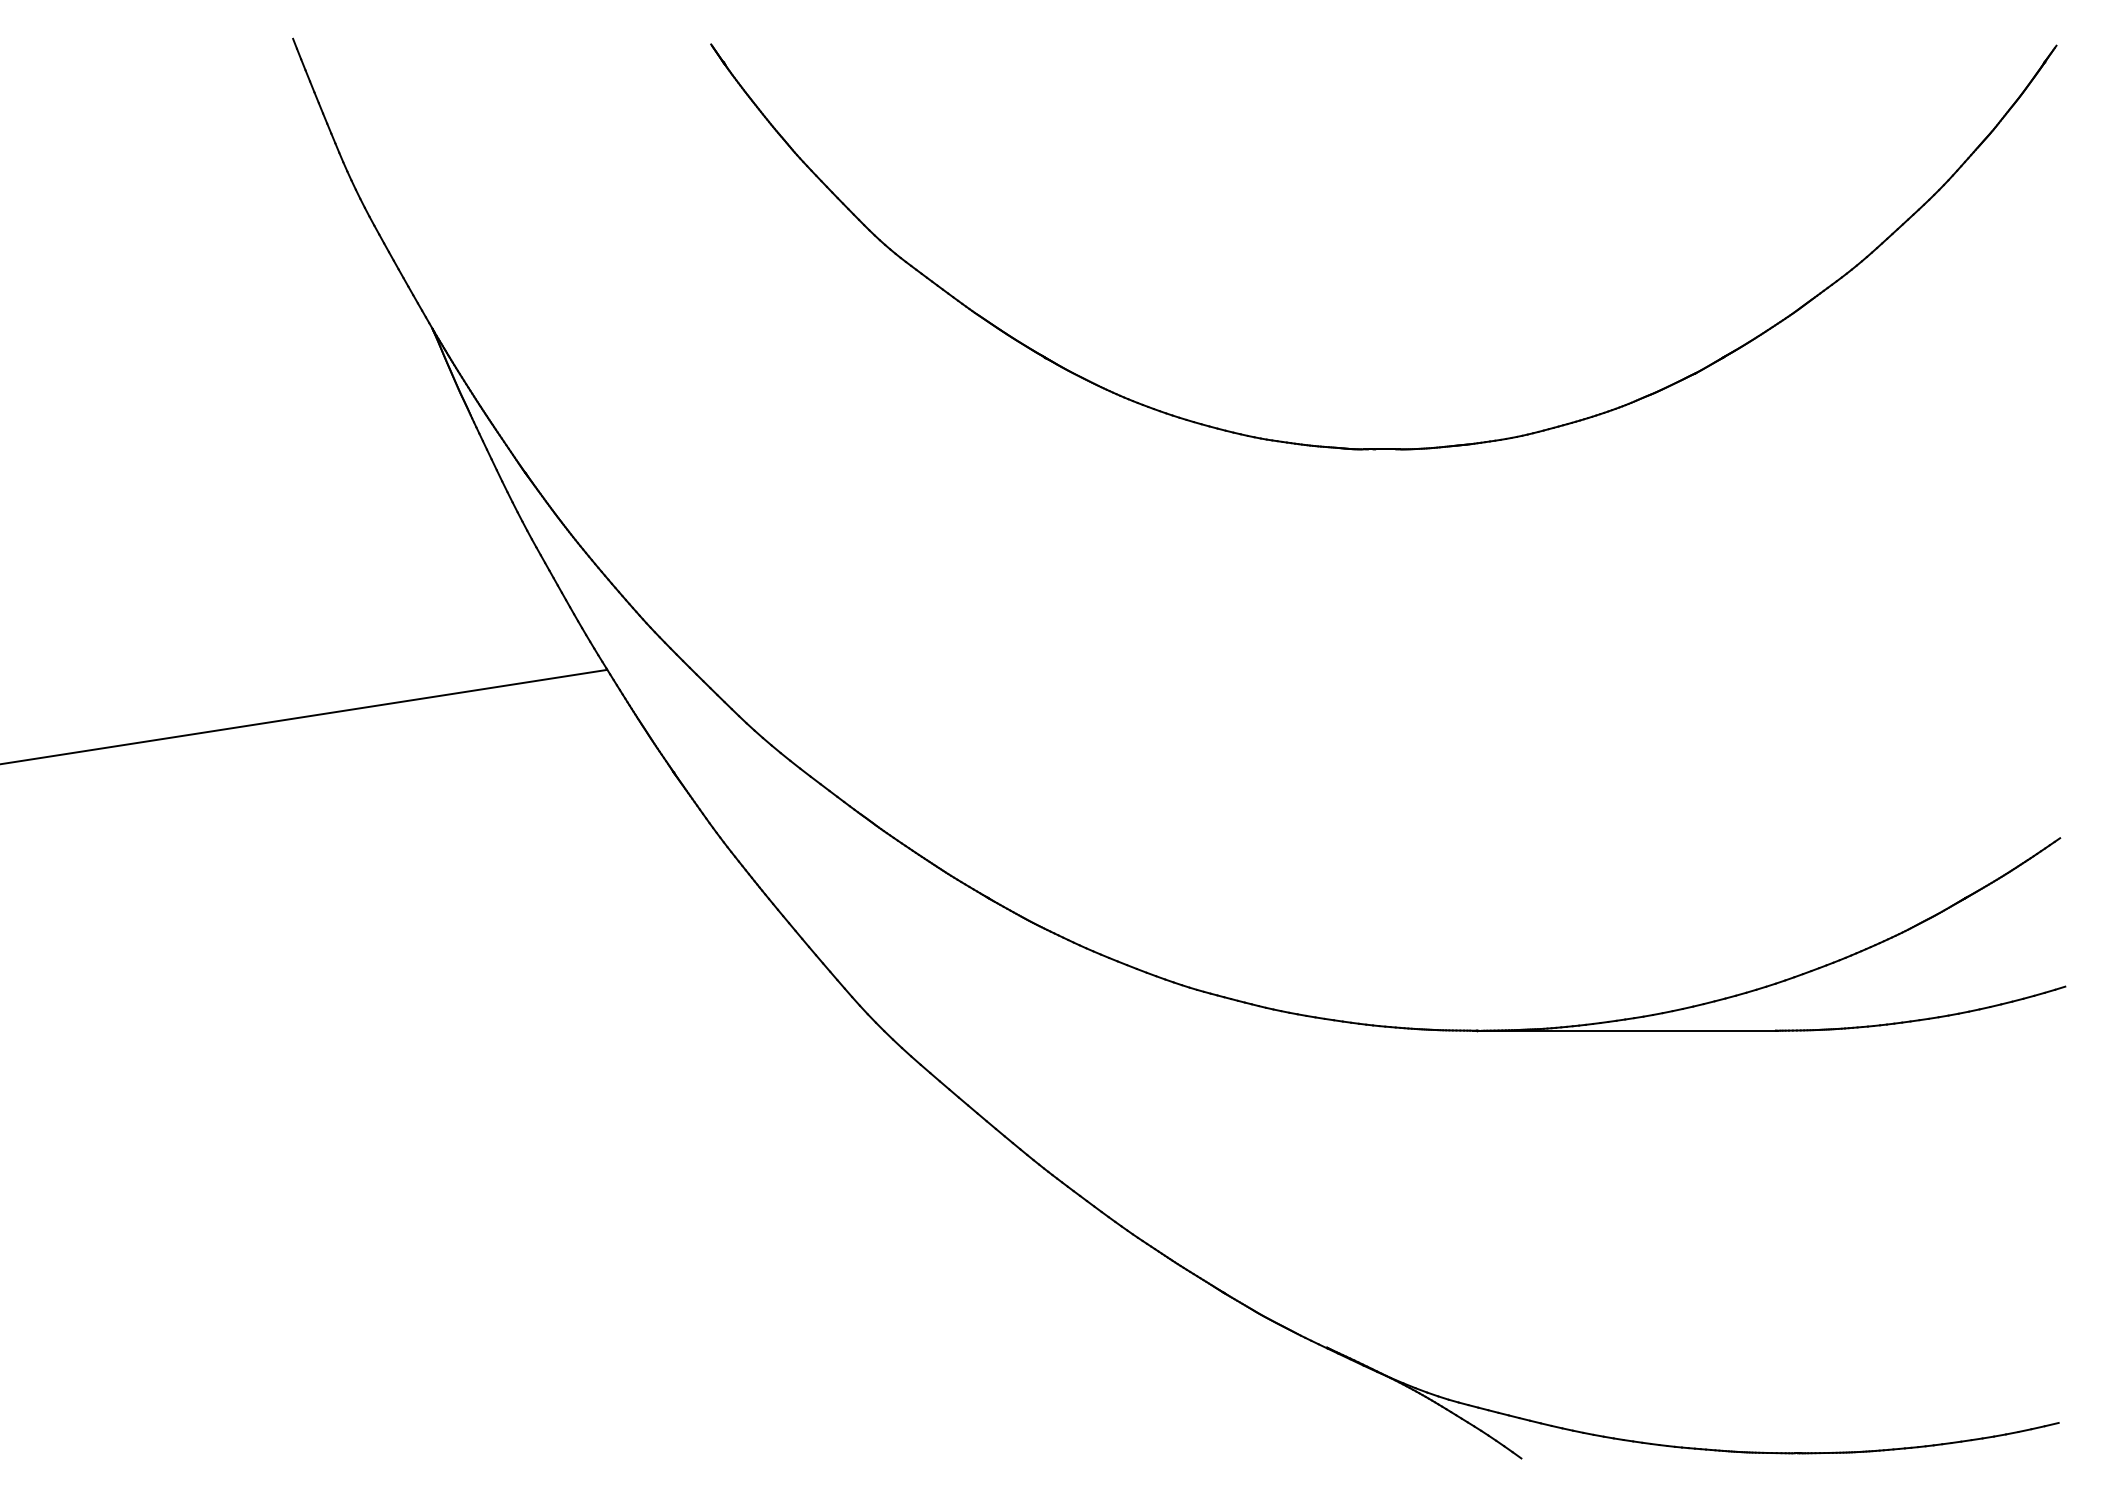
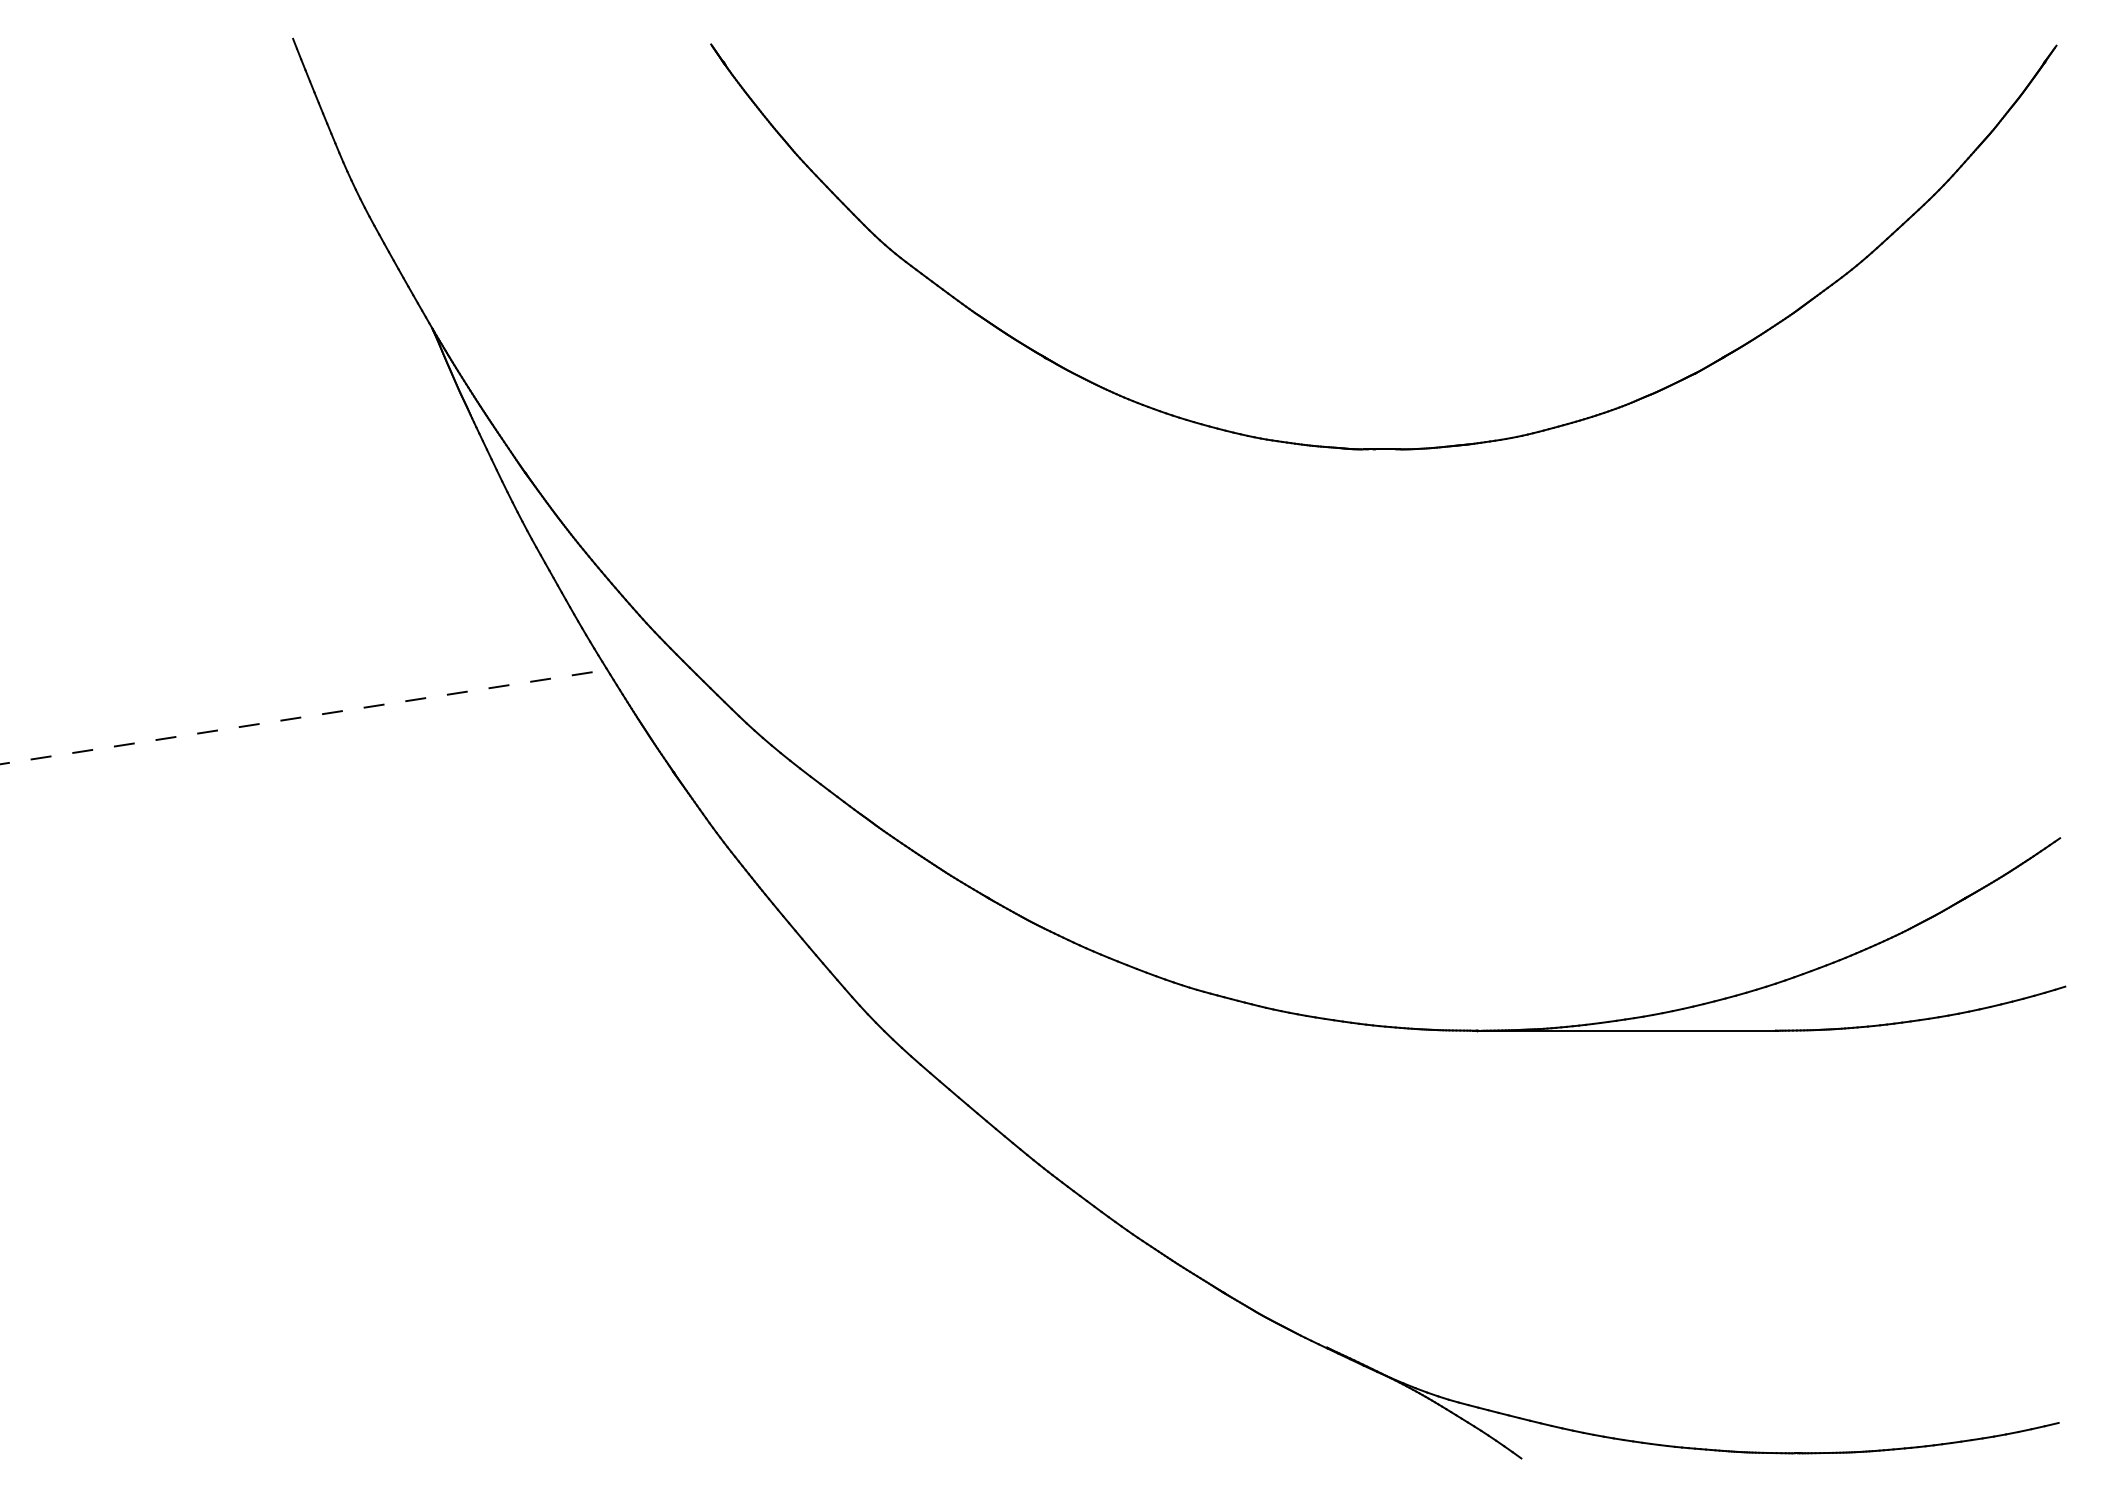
line at (304, 717): solid -> dashed
